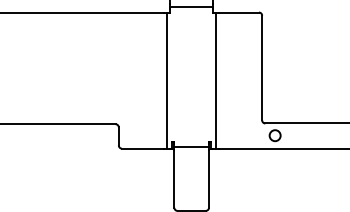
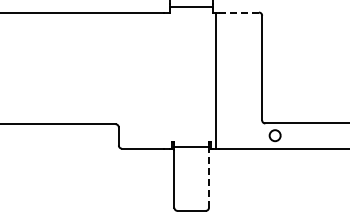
line at (238, 12): solid -> dashed
line at (167, 80): present -> none
line at (209, 178): solid -> dashed
